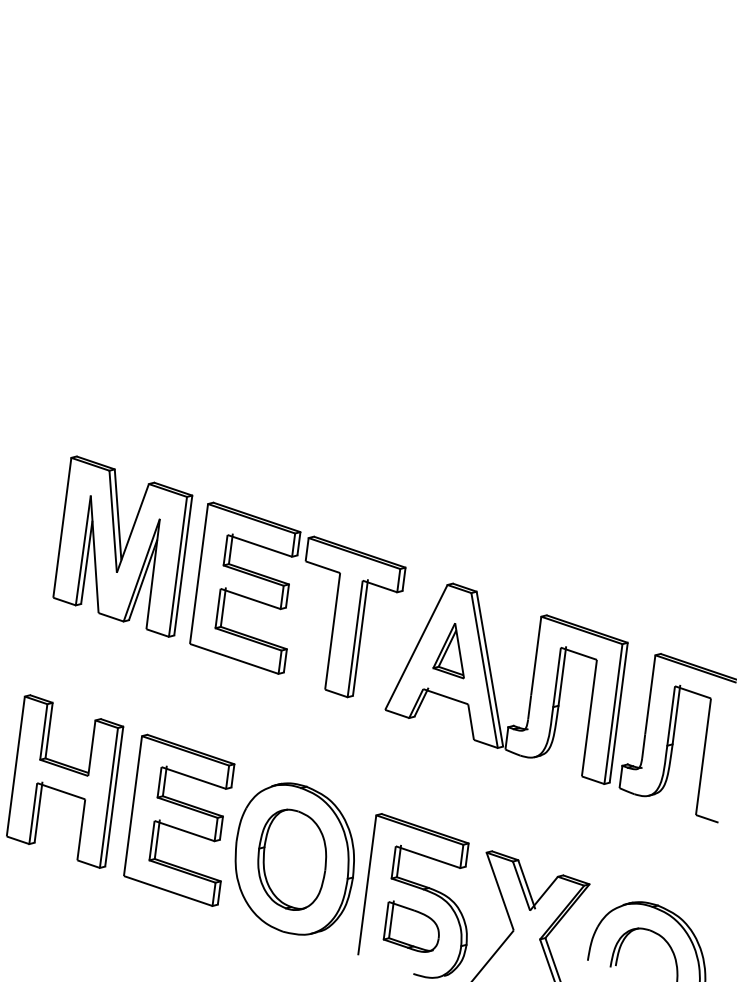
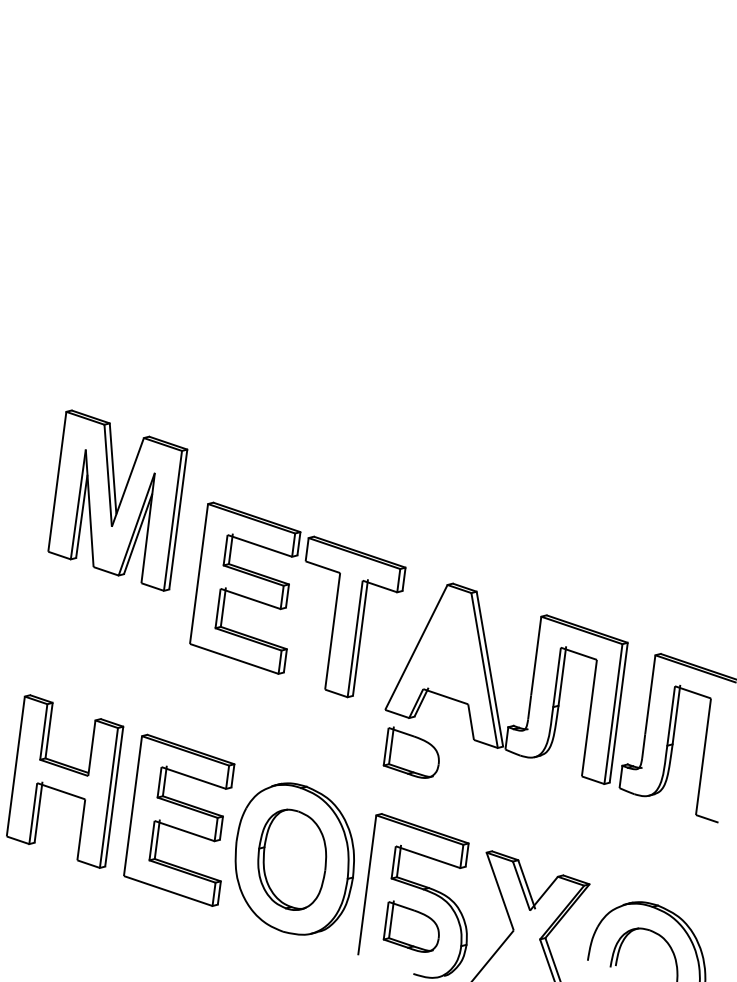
part at (122, 546) position: (122, 546) -> (117, 500)
part at (448, 651): present -> none
part at (410, 752): none -> present
